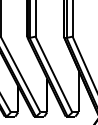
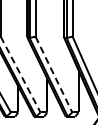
line at (20, 74): solid -> dashed
line at (54, 75): solid -> dashed
